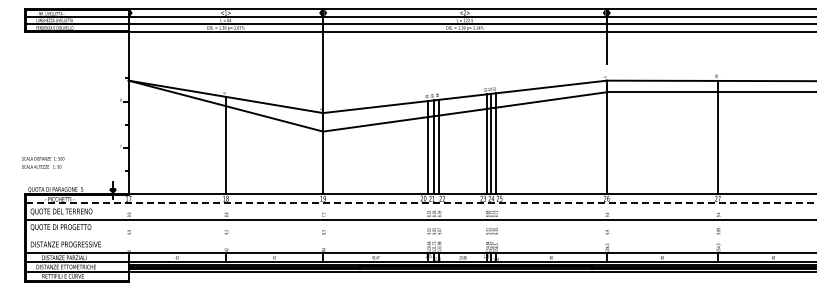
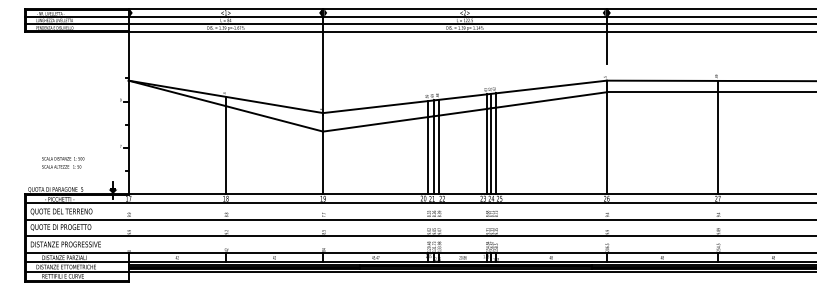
text at (43, 162) position: (43, 162) -> (63, 162)
line at (421, 203): dashed -> solid
line at (419, 235): none -> present
